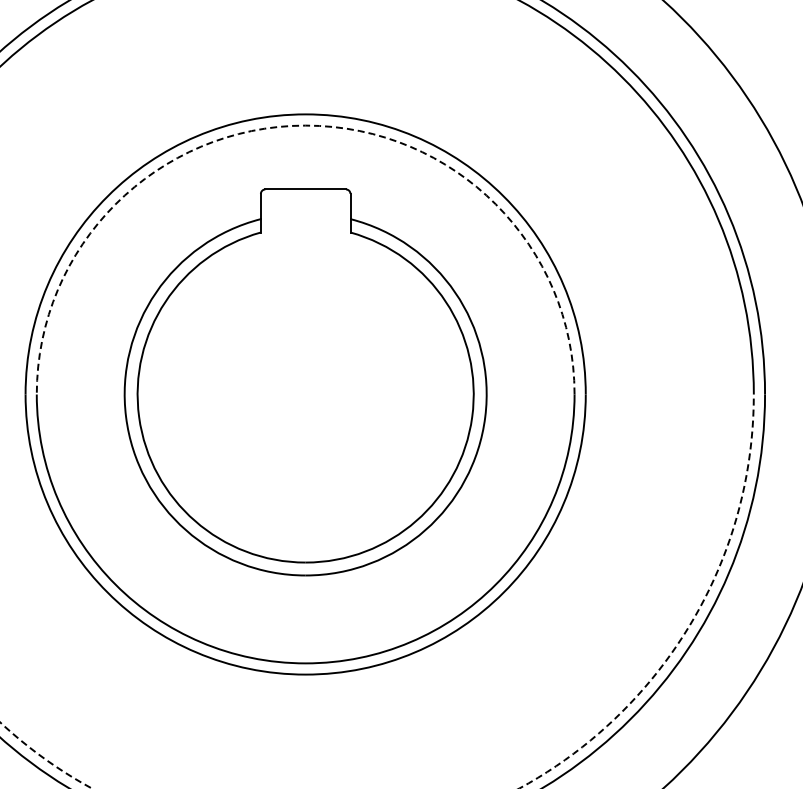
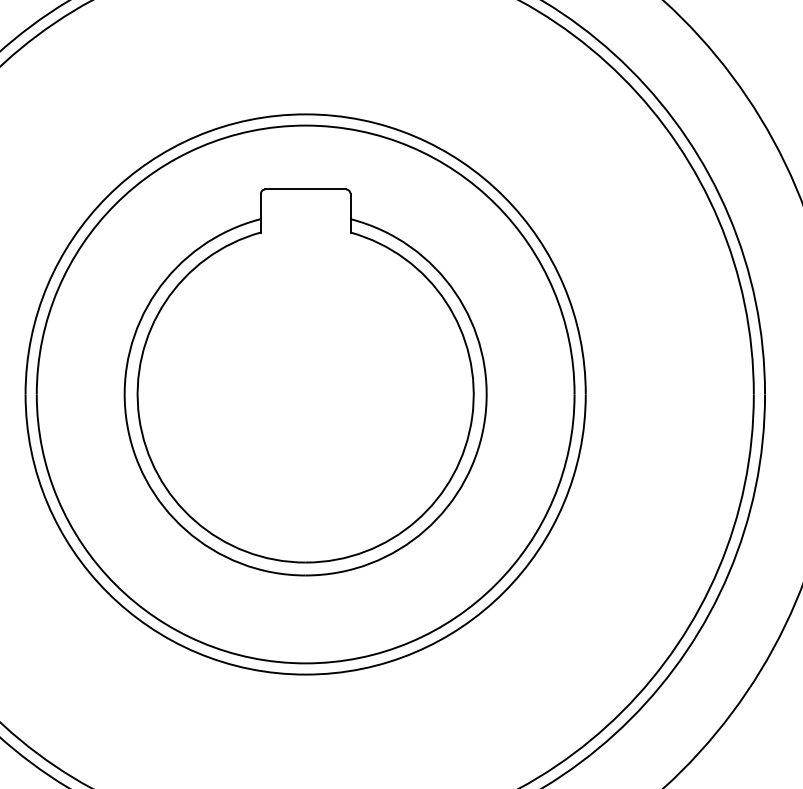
arc at (305, 125): dashed -> solid
arc at (657, 671): dashed -> solid
